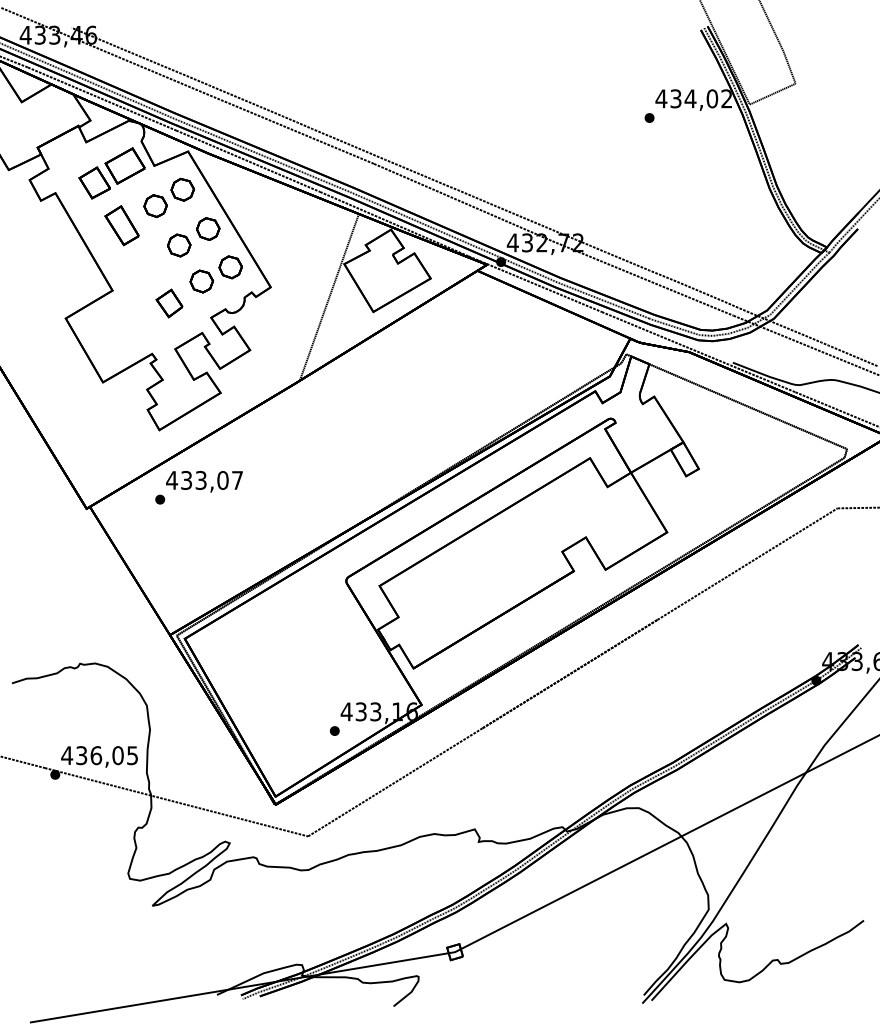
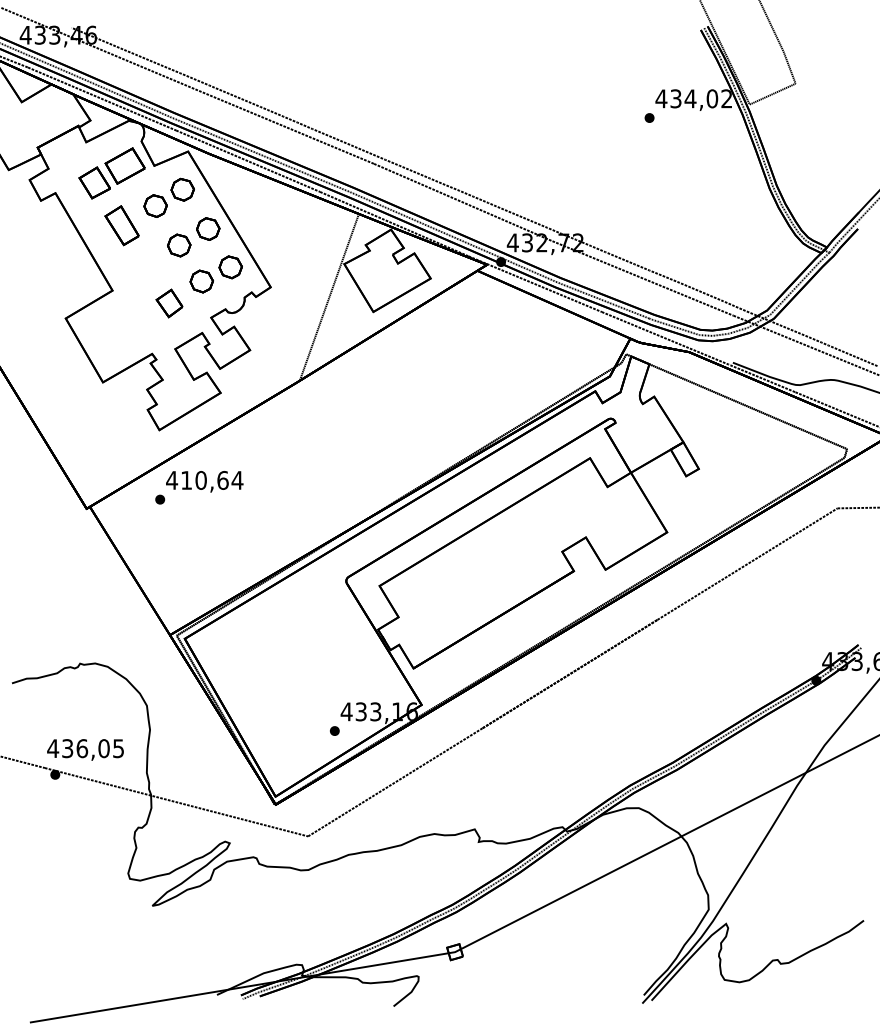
text at (212, 479): 433,07 -> 410,64
text at (99, 756) position: (99, 756) -> (85, 749)
